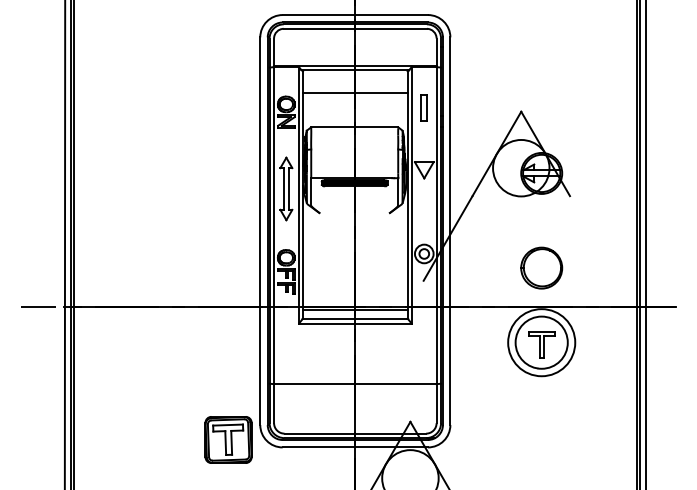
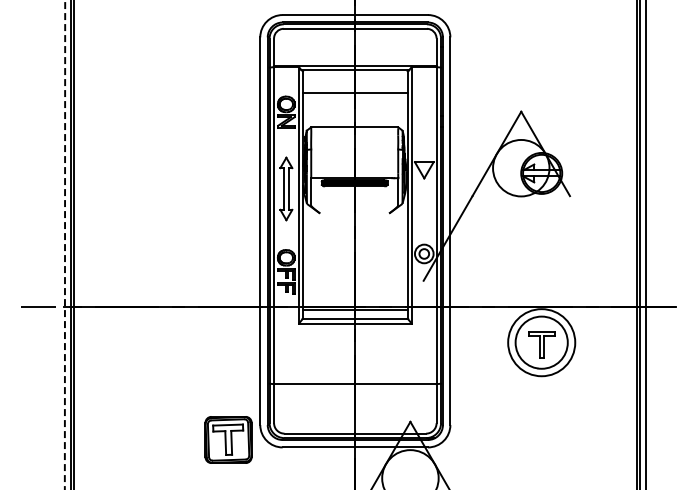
part at (423, 107): present -> none
line at (65, 244): solid -> dashed
part at (541, 267): present -> none
